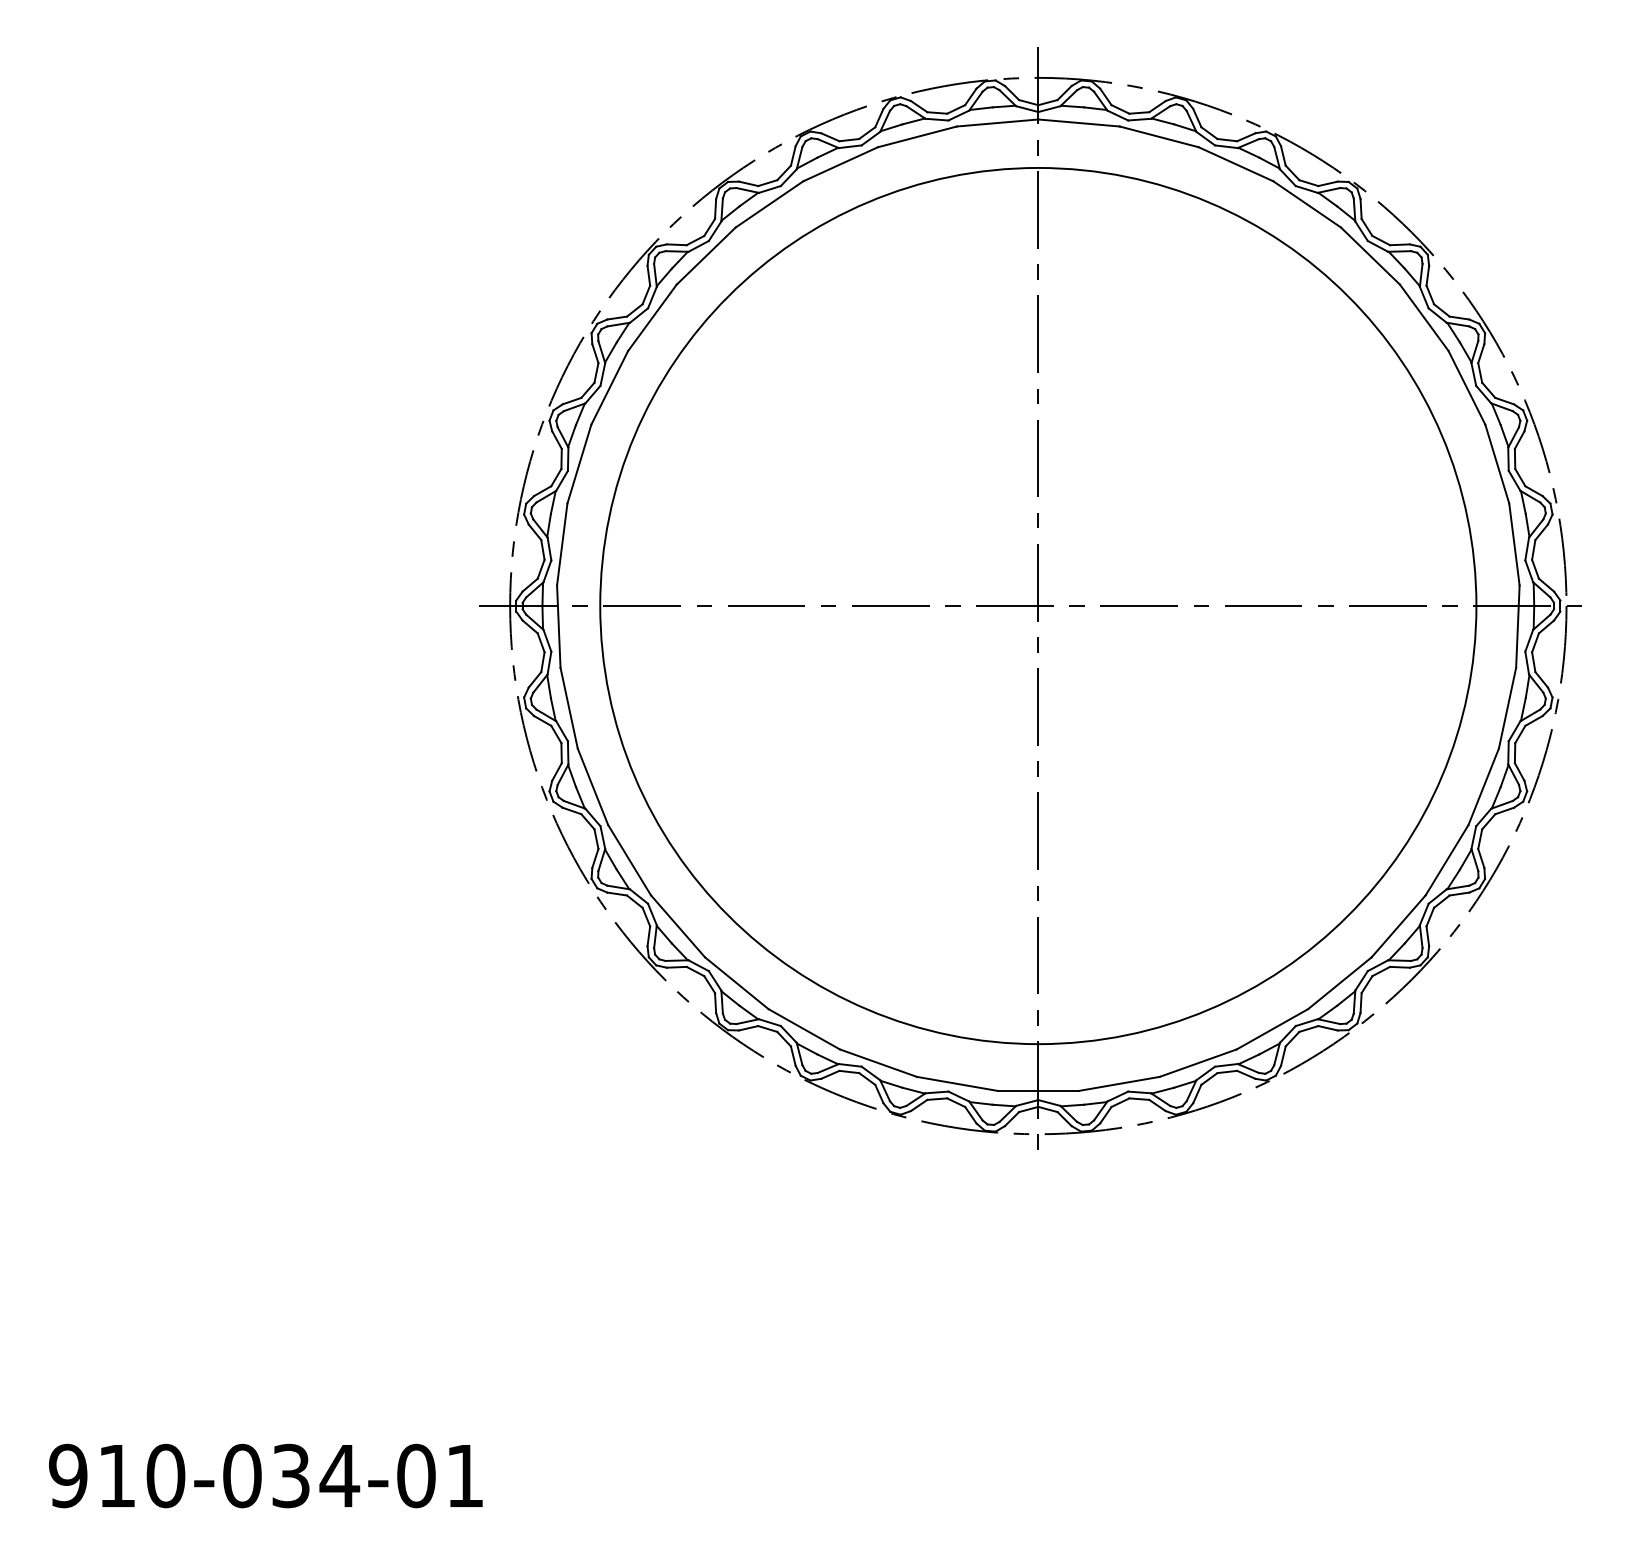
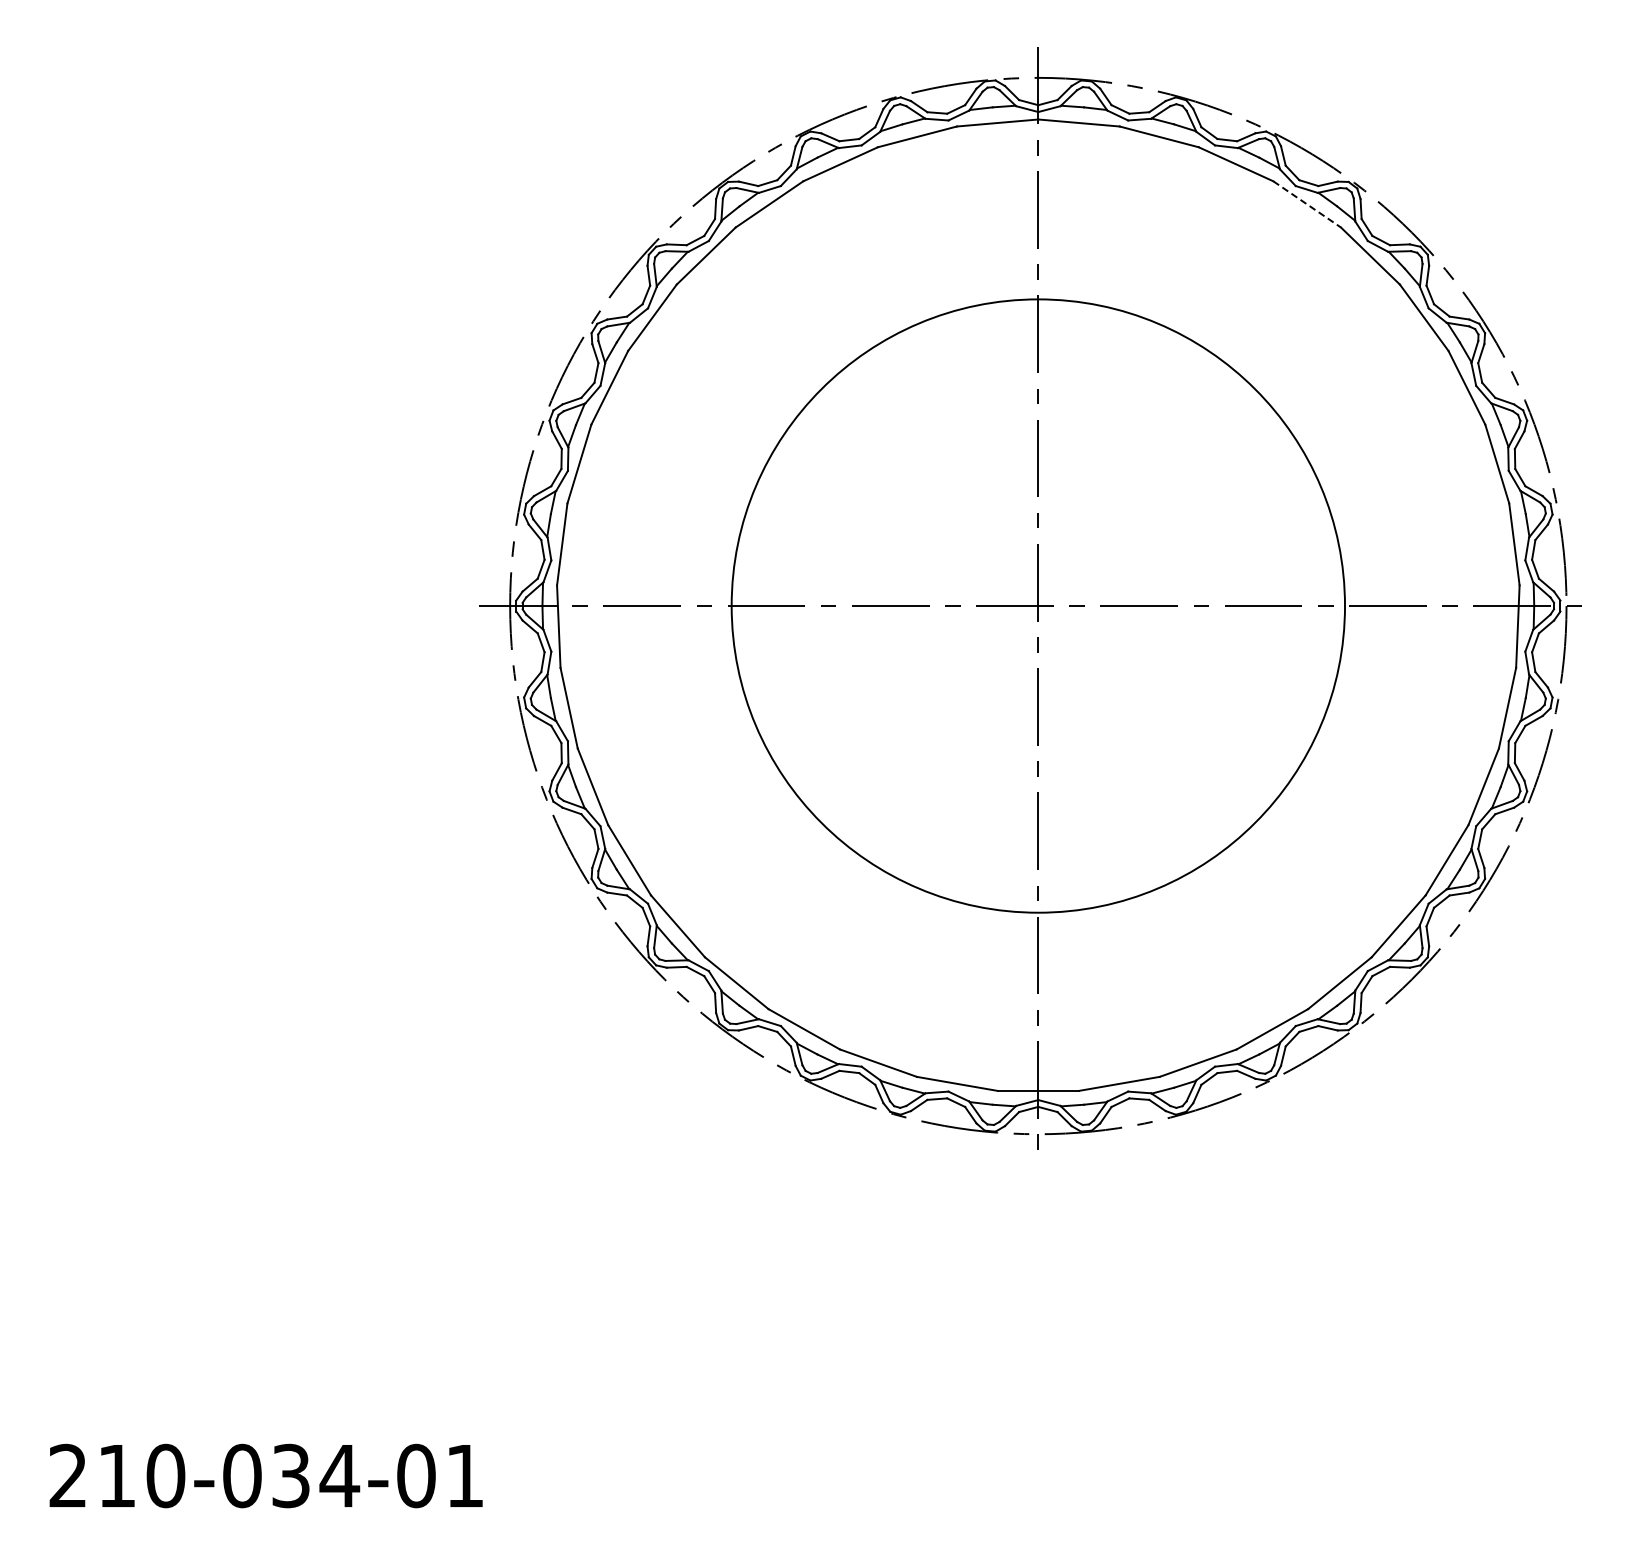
line at (1307, 204): solid -> dashed
circle at (1038, 605) diameter: 876 px -> 613 px
text at (68, 1476): 910-034-01 -> 210-034-01
